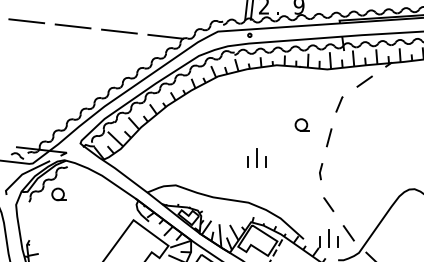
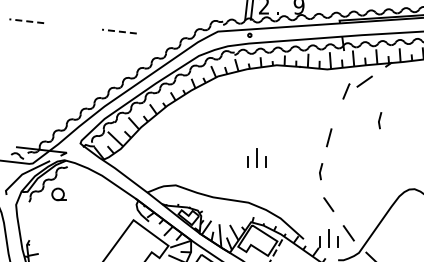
line at (26, 21): solid -> dashed
line at (72, 26): present -> none
line at (118, 31): solid -> dashed
line at (165, 36): present -> none
line at (339, 104) position: (339, 104) -> (346, 91)
line at (380, 120): none -> present
part at (301, 124): present -> none
